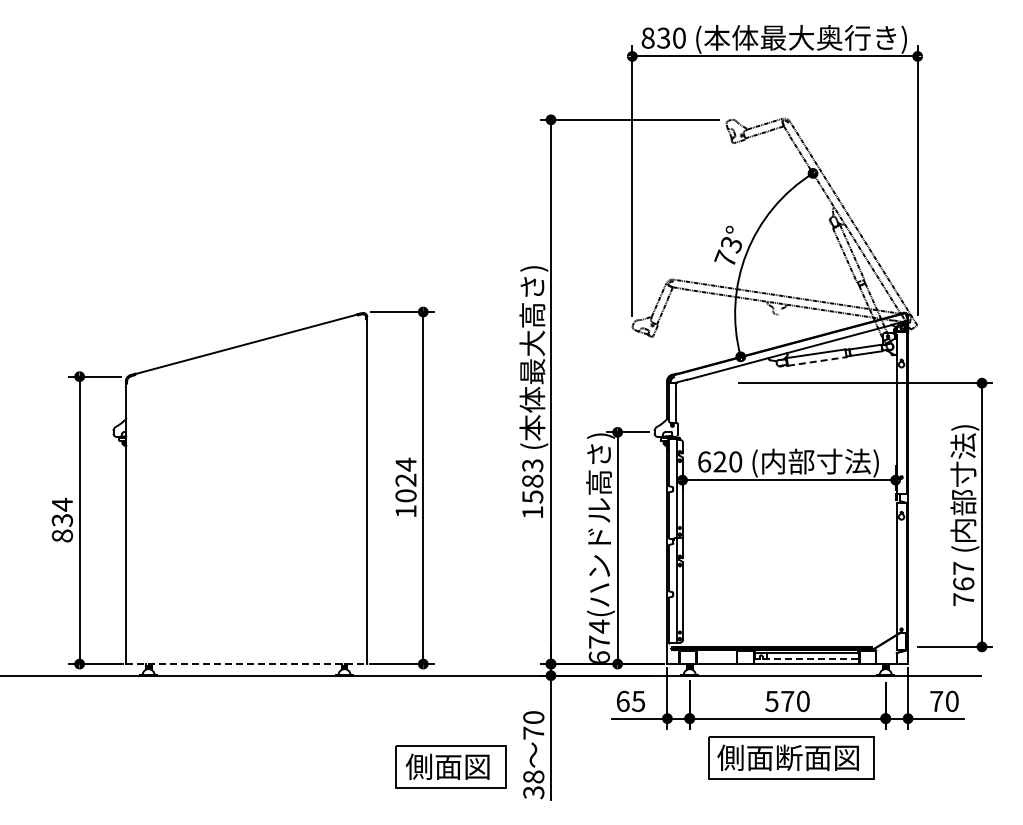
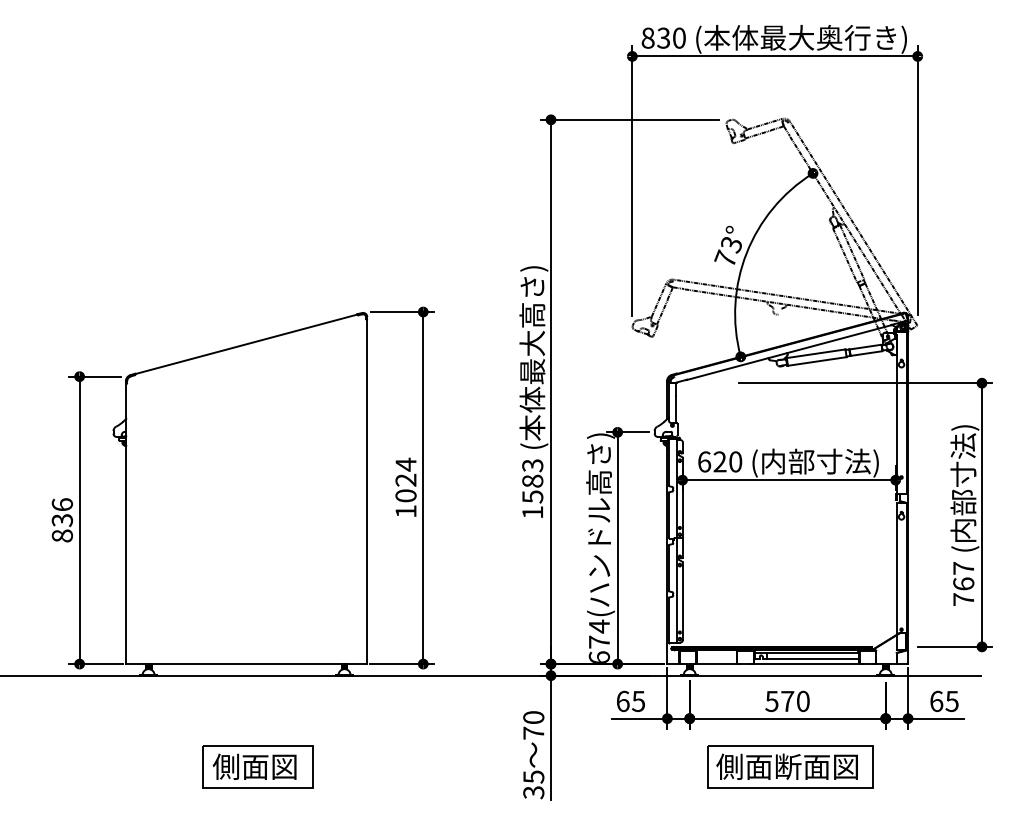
line at (817, 361): dashed -> solid
text at (62, 504): 834 -> 836
line at (811, 659): dashed -> solid
line at (247, 664): dashed -> solid
text at (944, 701): 70 -> 65
part at (791, 757) position: (791, 757) -> (790, 766)
part at (450, 766) position: (450, 766) -> (257, 766)
text at (533, 776): 38 -> 35
